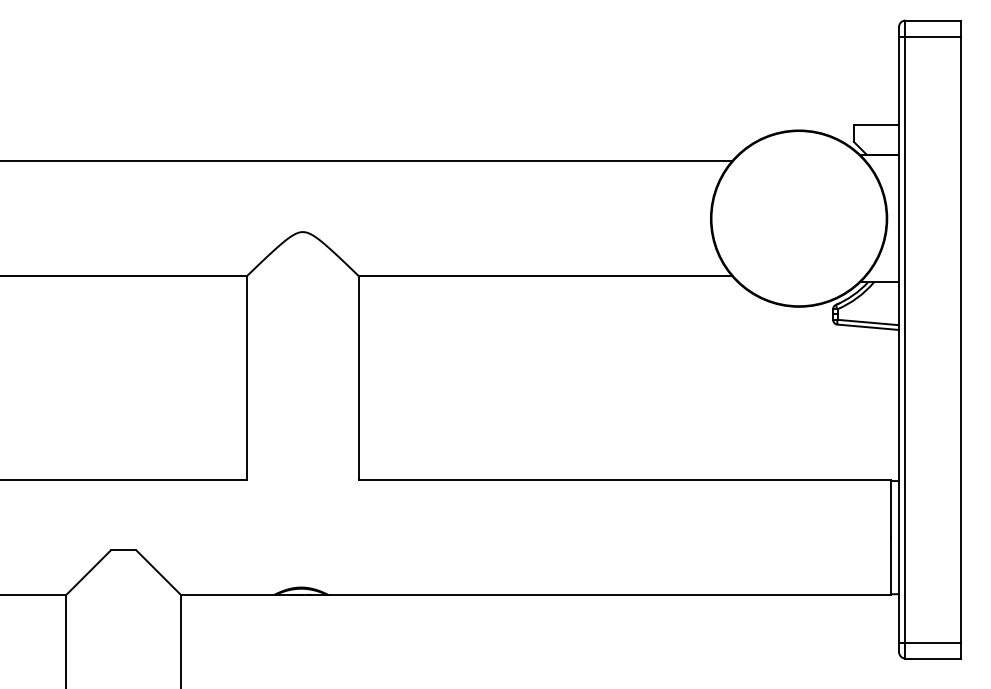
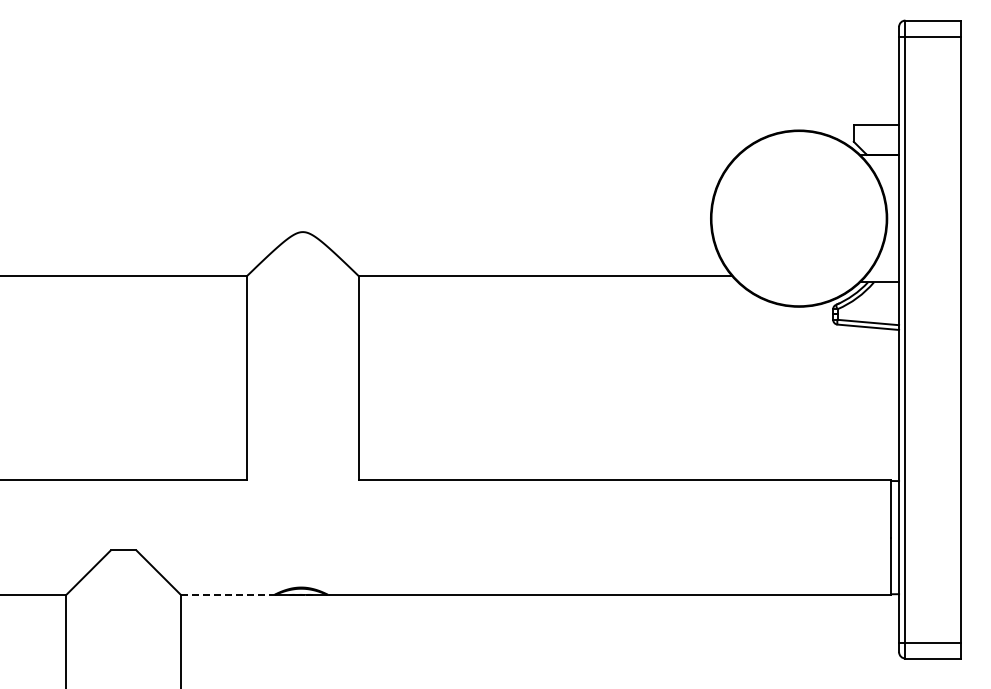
line at (367, 161): present -> none
line at (227, 595): solid -> dashed
